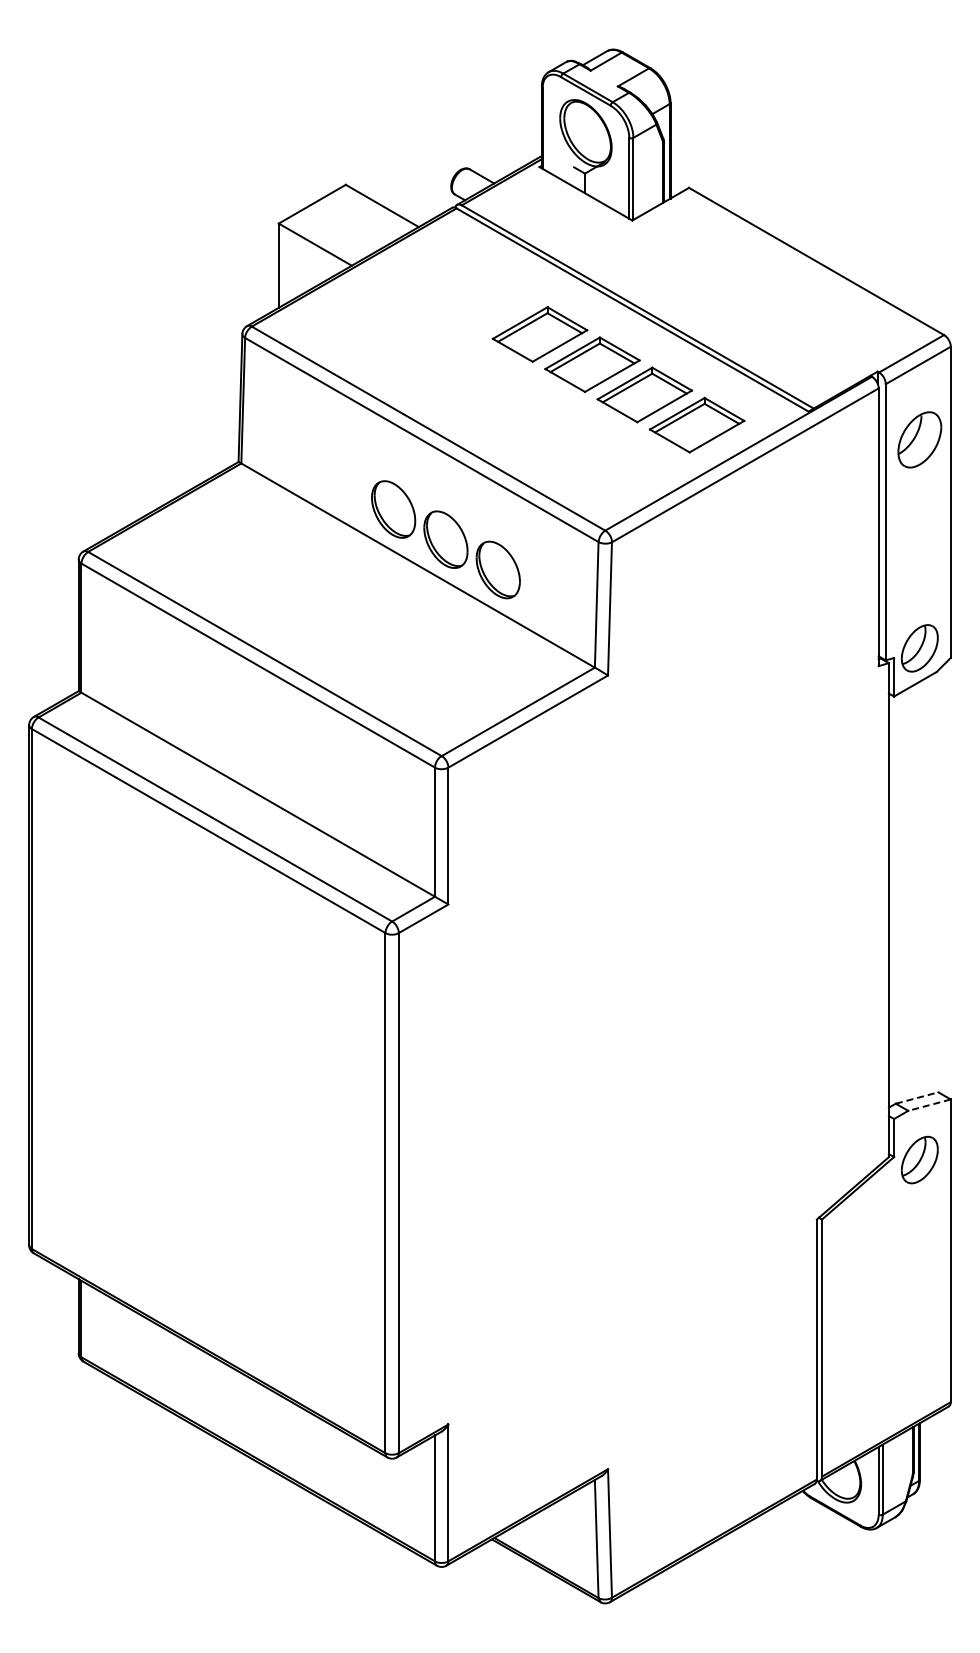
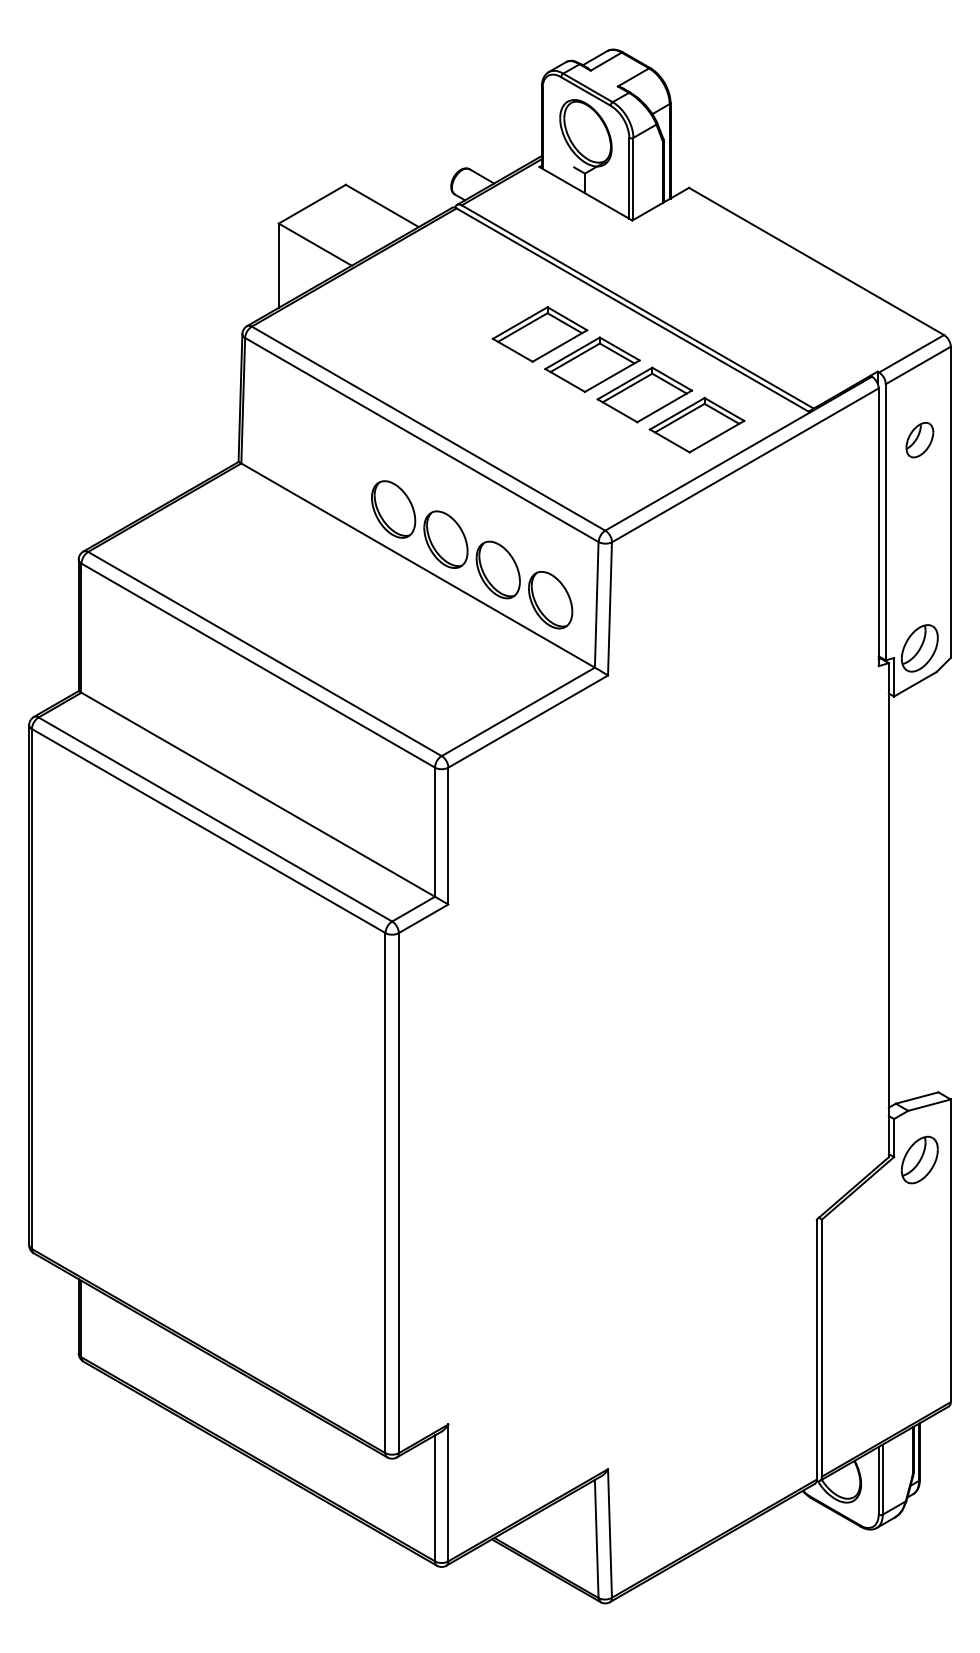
part at (919, 439) size: 46x58 px -> 30x37 px
part at (550, 600): none -> present
line at (917, 1097): dashed -> solid
line at (929, 1105): dashed -> solid
